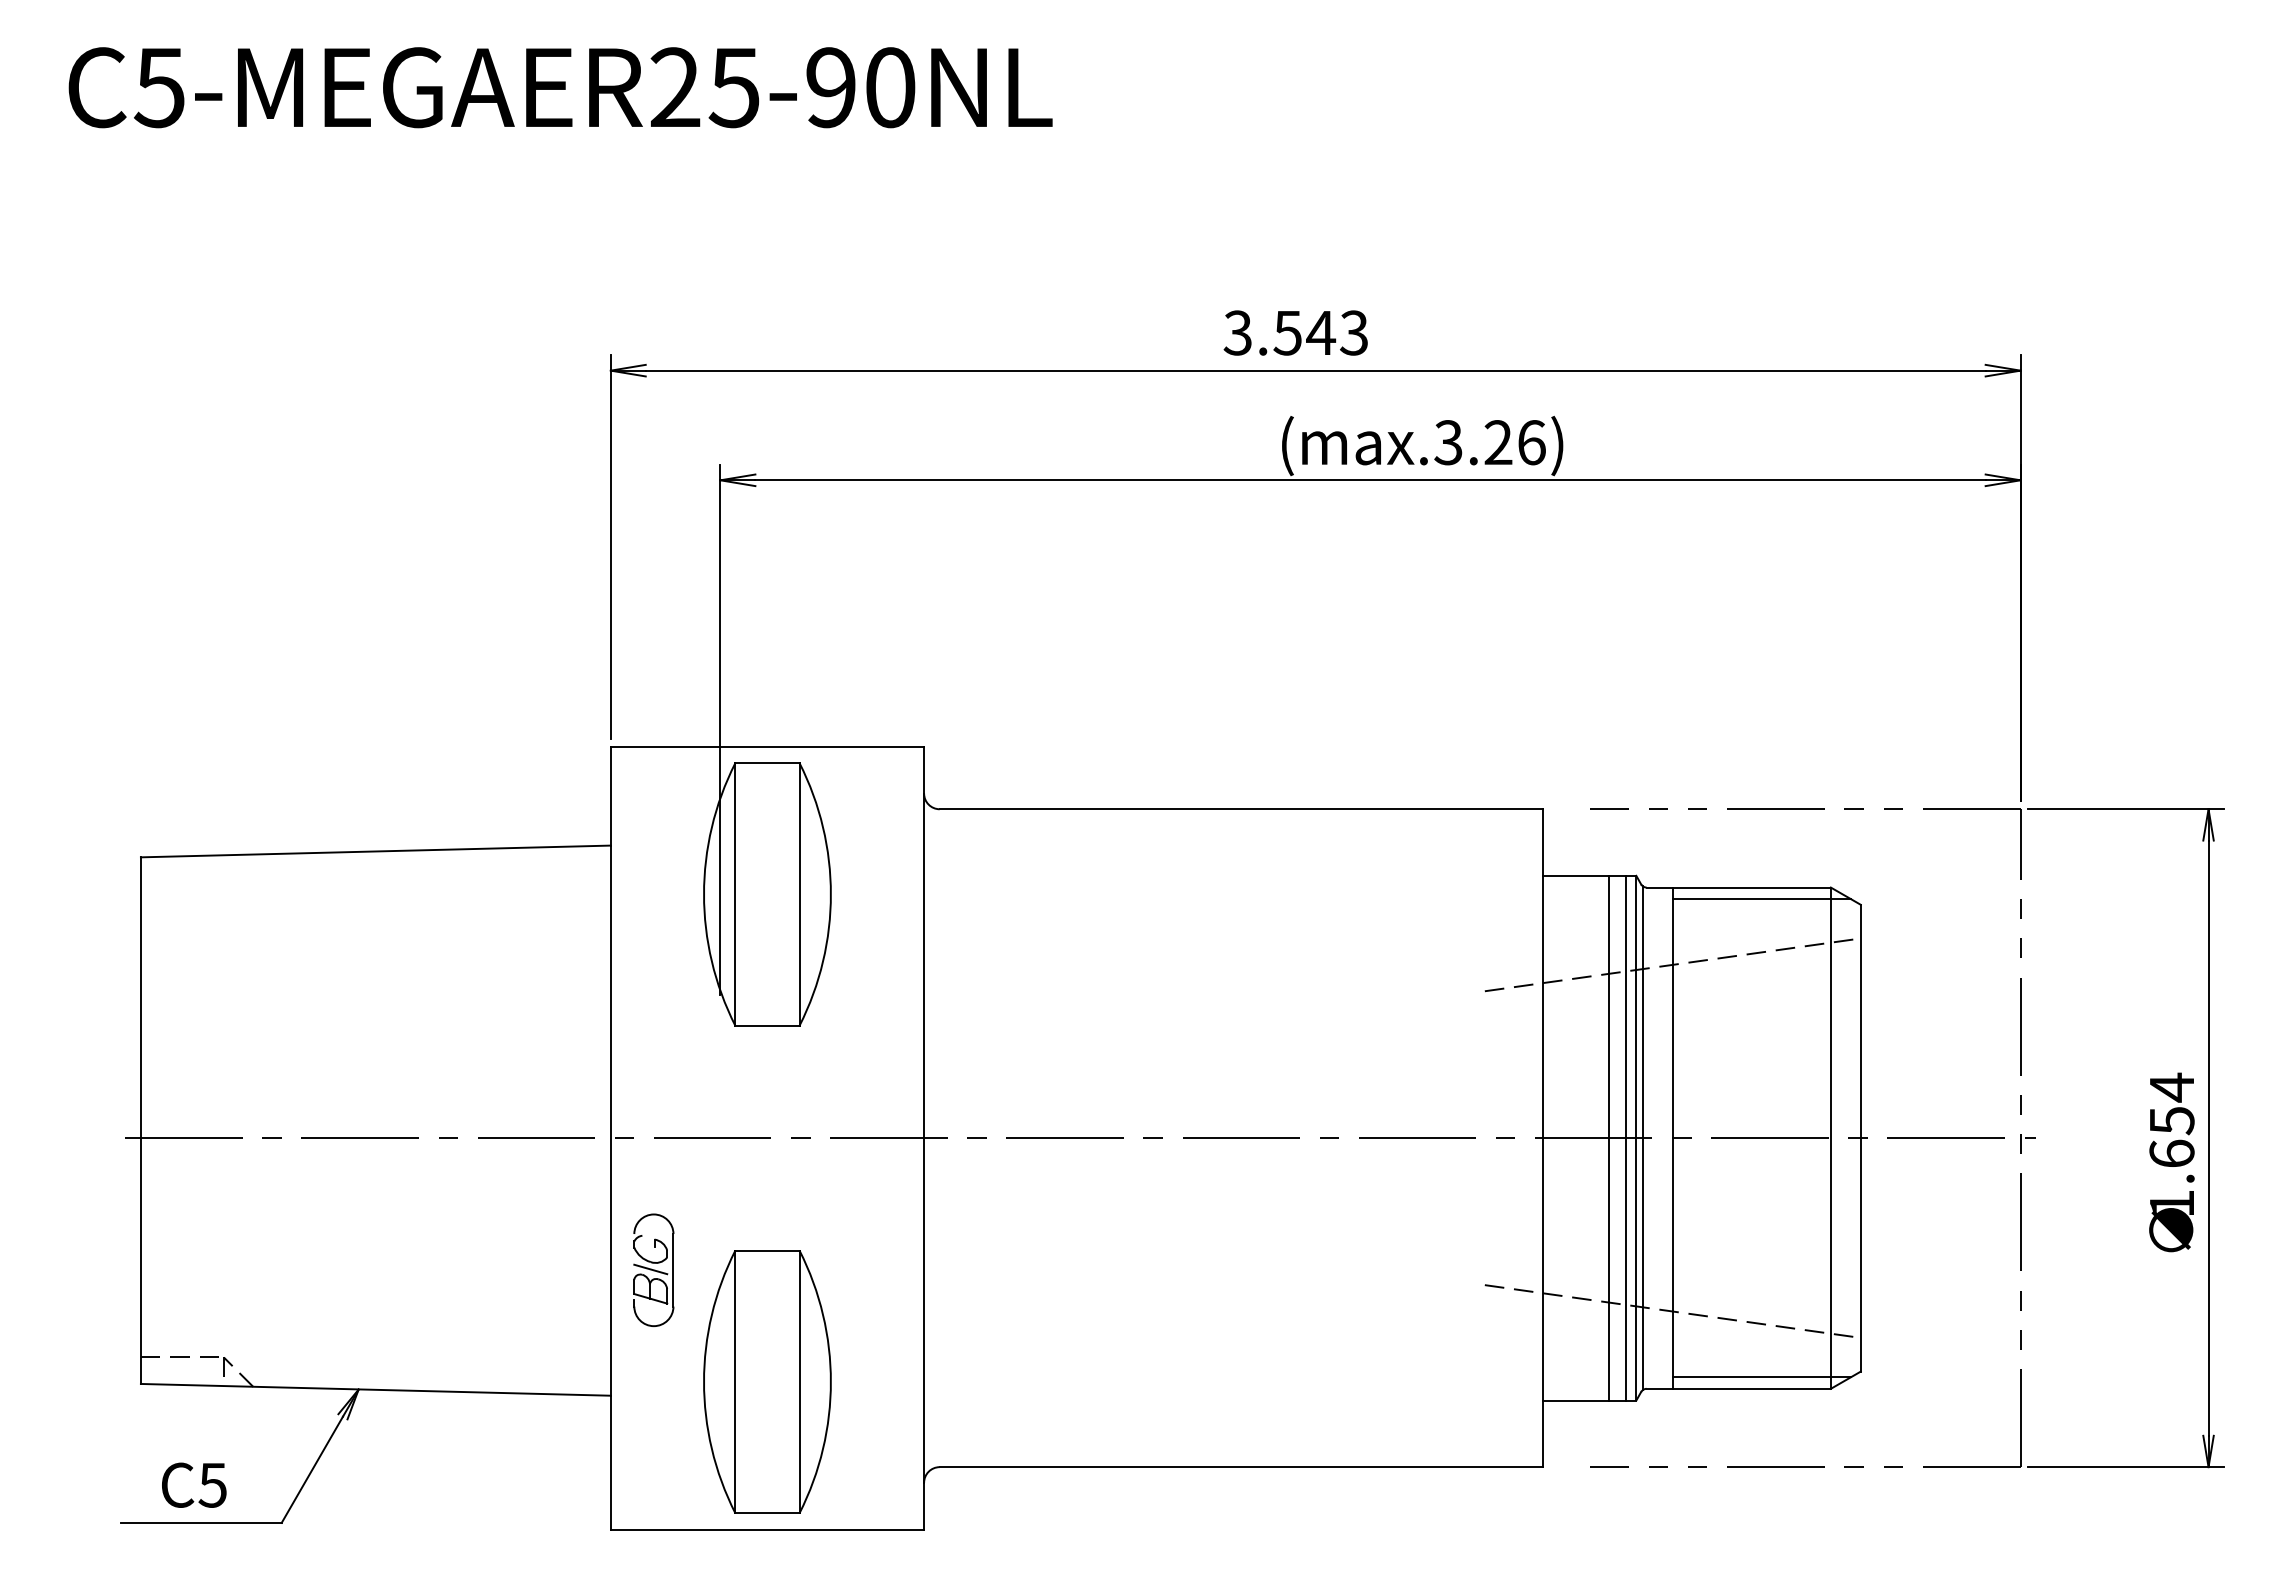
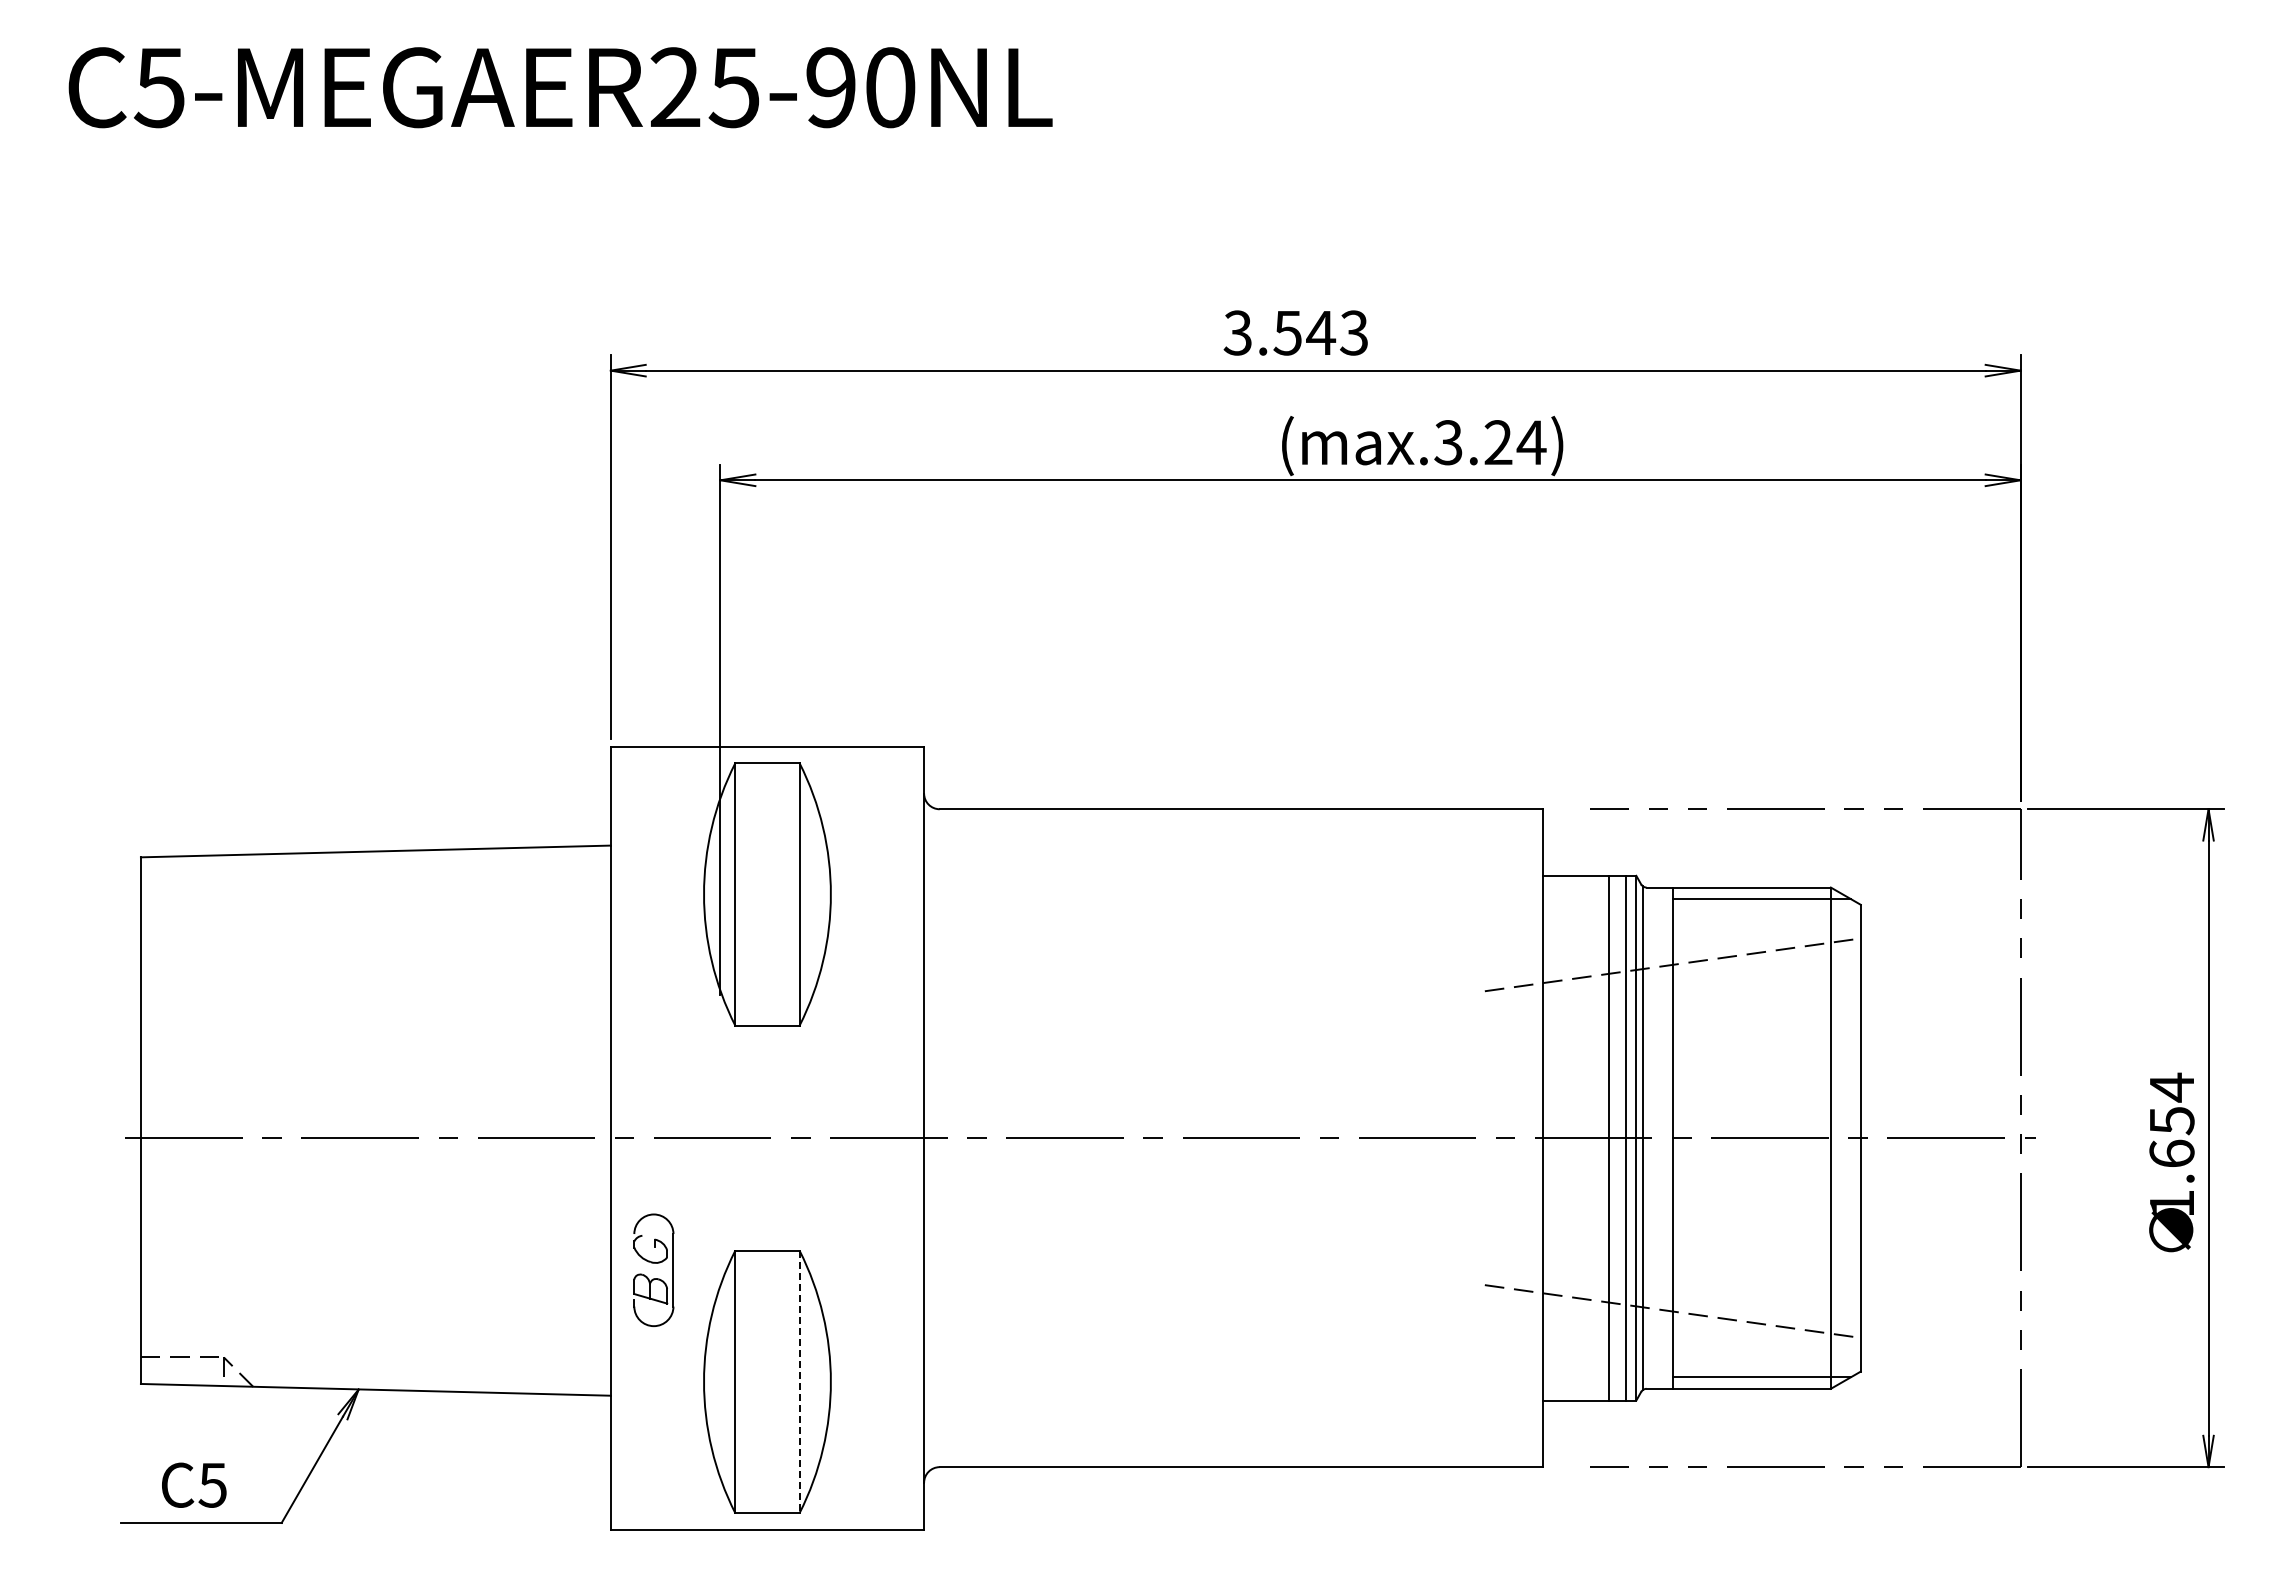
text at (1531, 442): (max.3.26) -> (max.3.24)
line at (650, 1269): present -> none
line at (799, 1382): solid -> dashed
